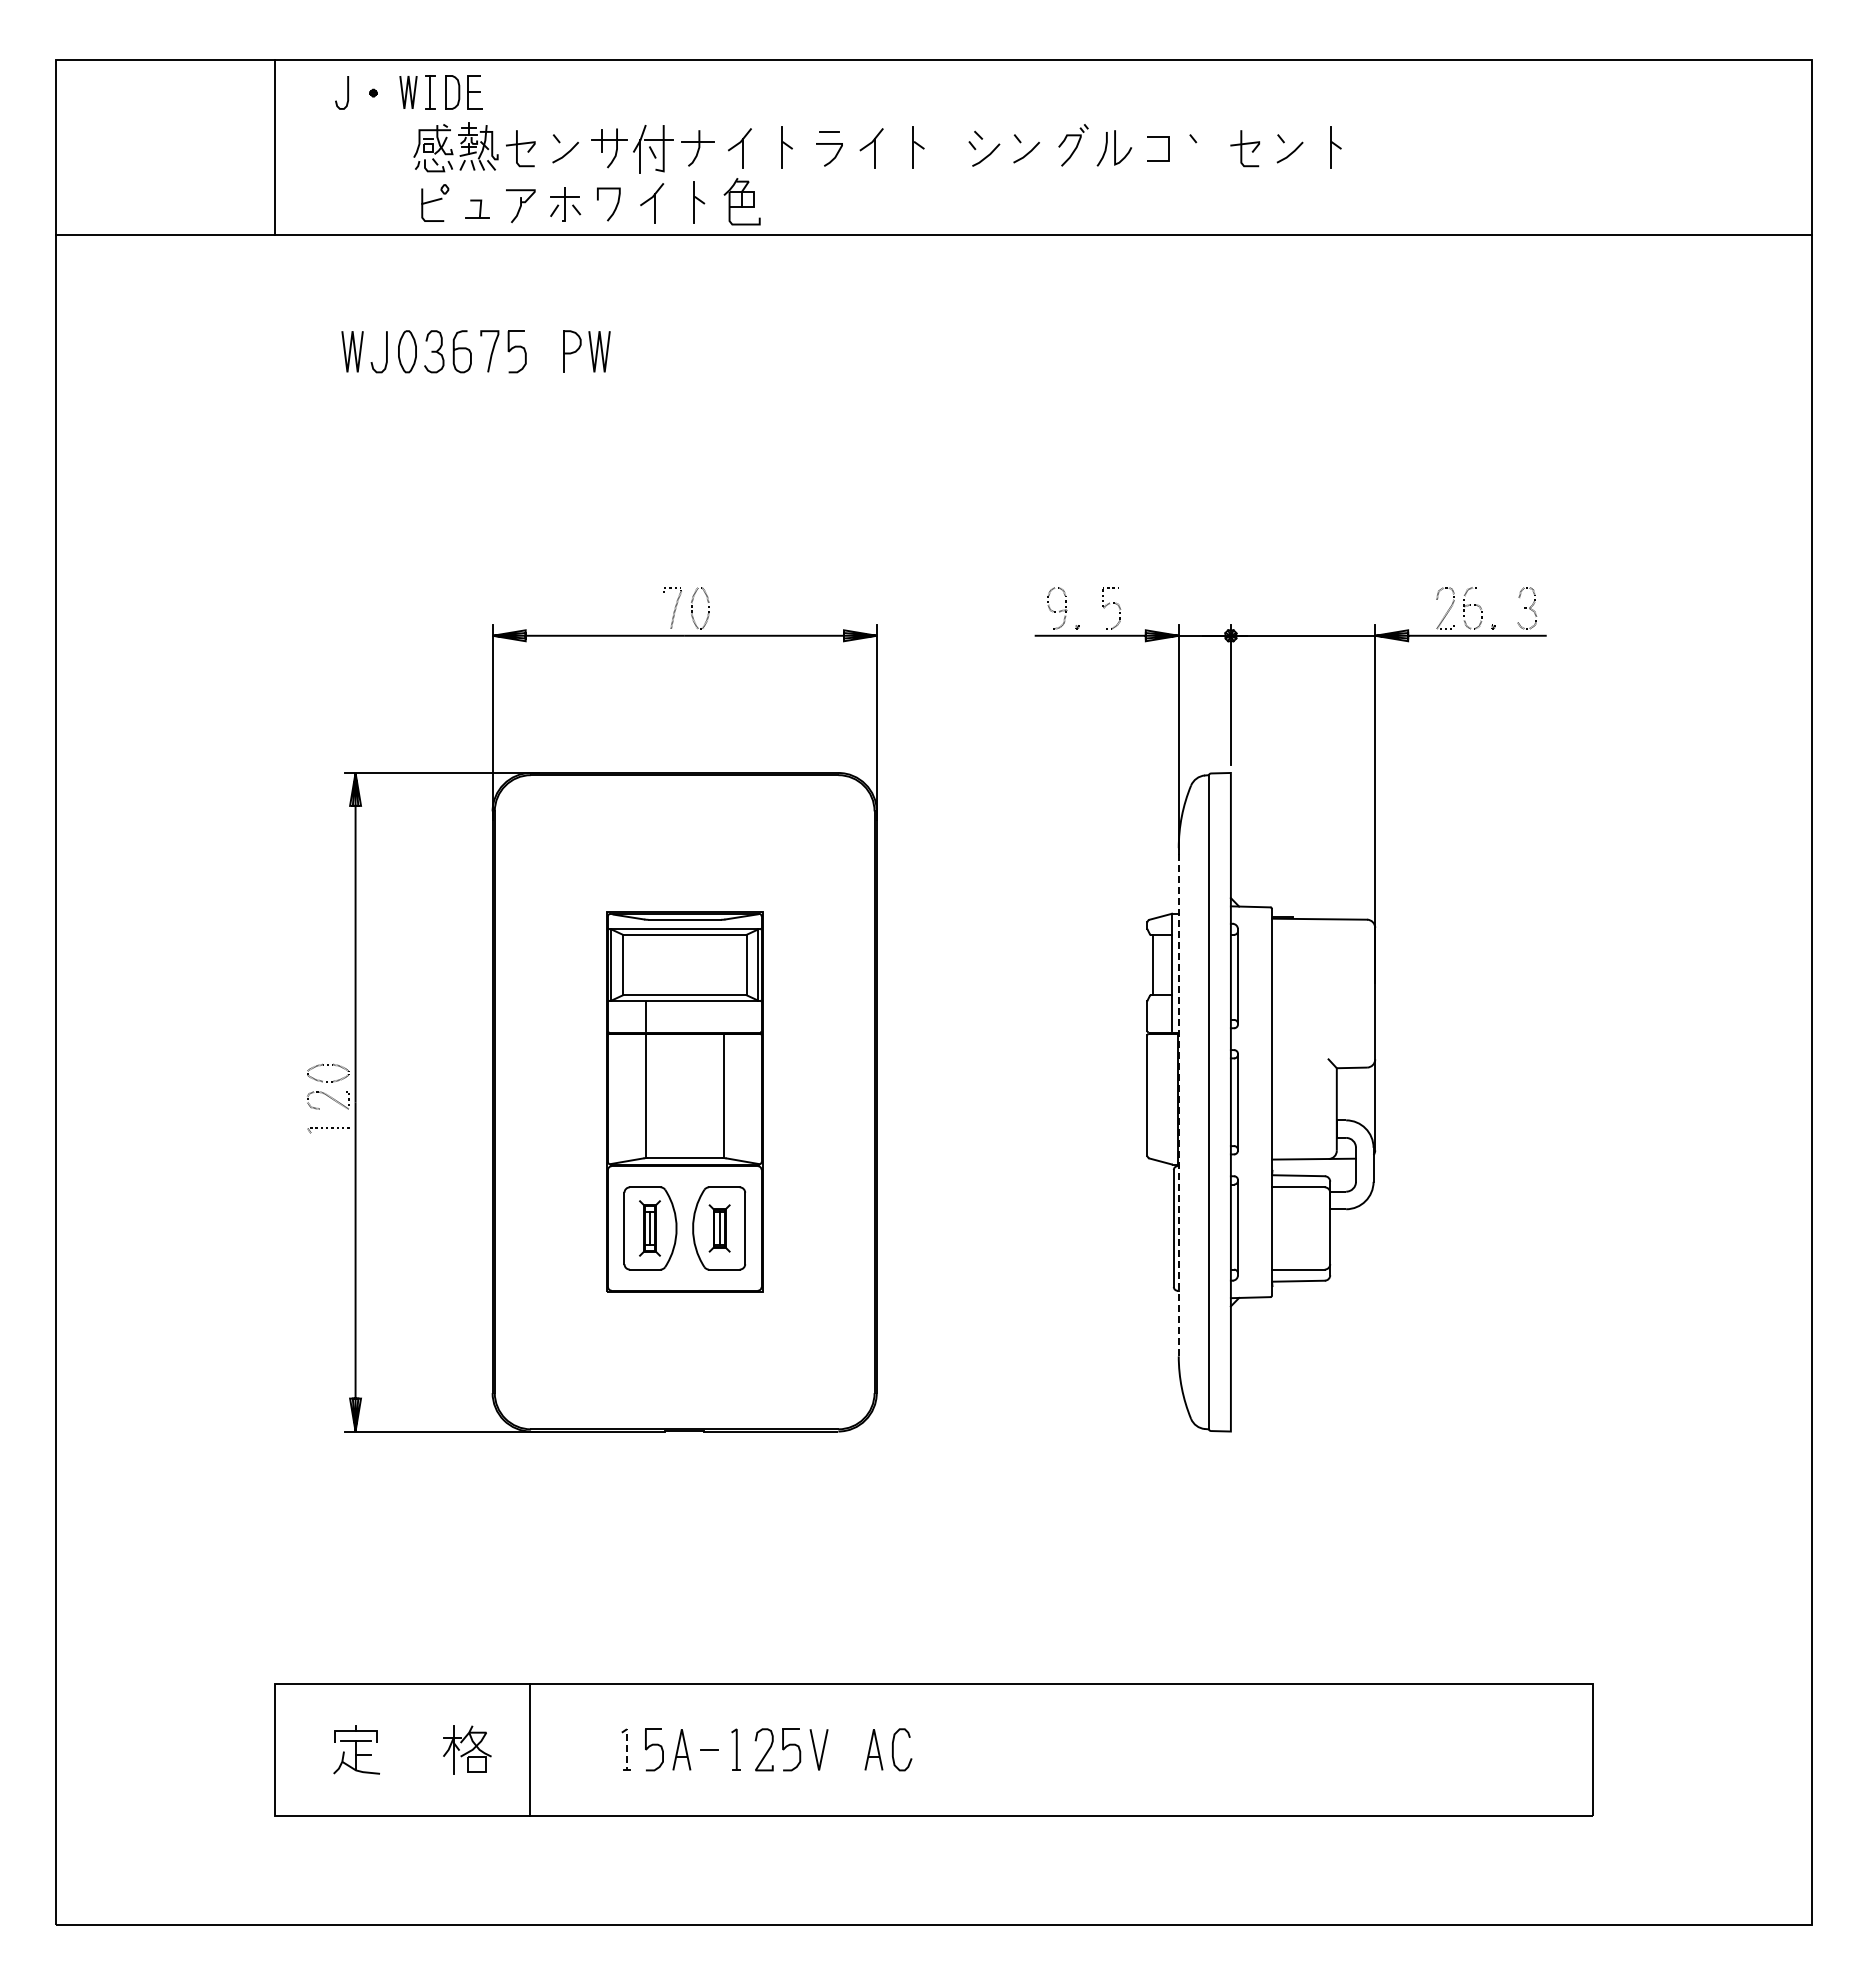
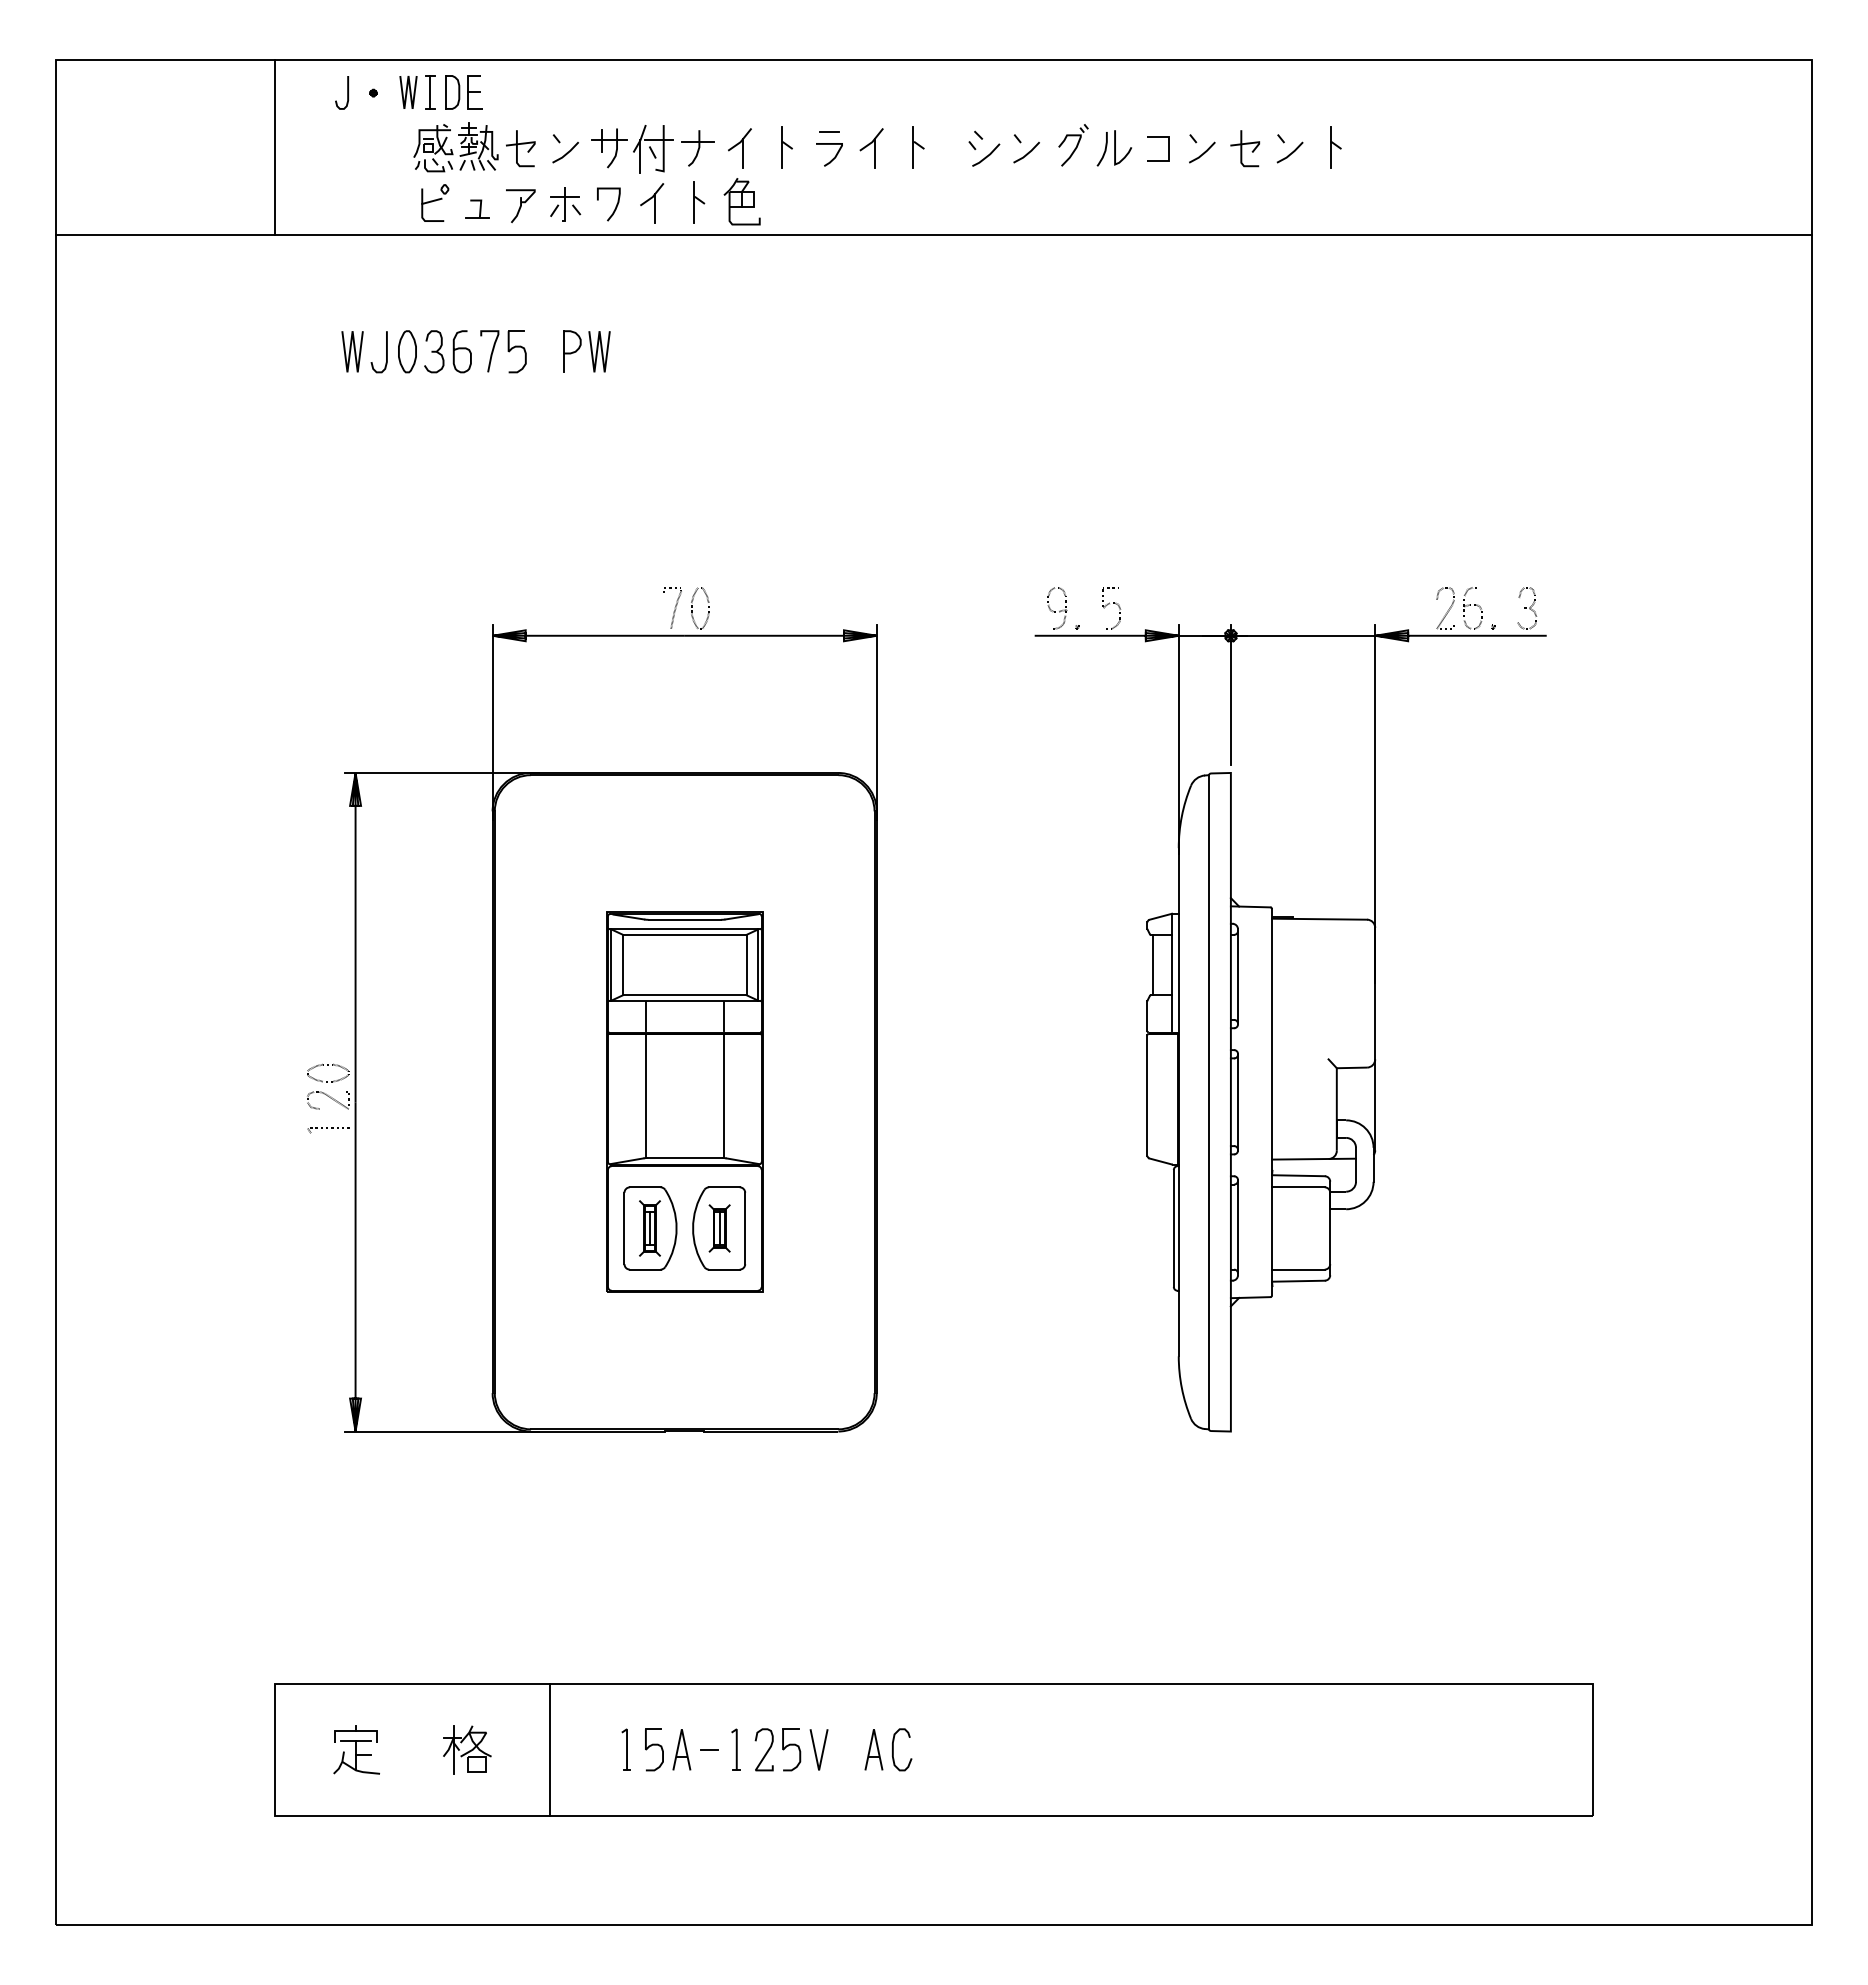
line at (1203, 152): none -> present
line at (723, 1016): none -> present
line at (1178, 1101): dashed -> solid
line at (627, 1745): dashed -> solid
line at (529, 1749) position: (529, 1749) -> (549, 1749)
